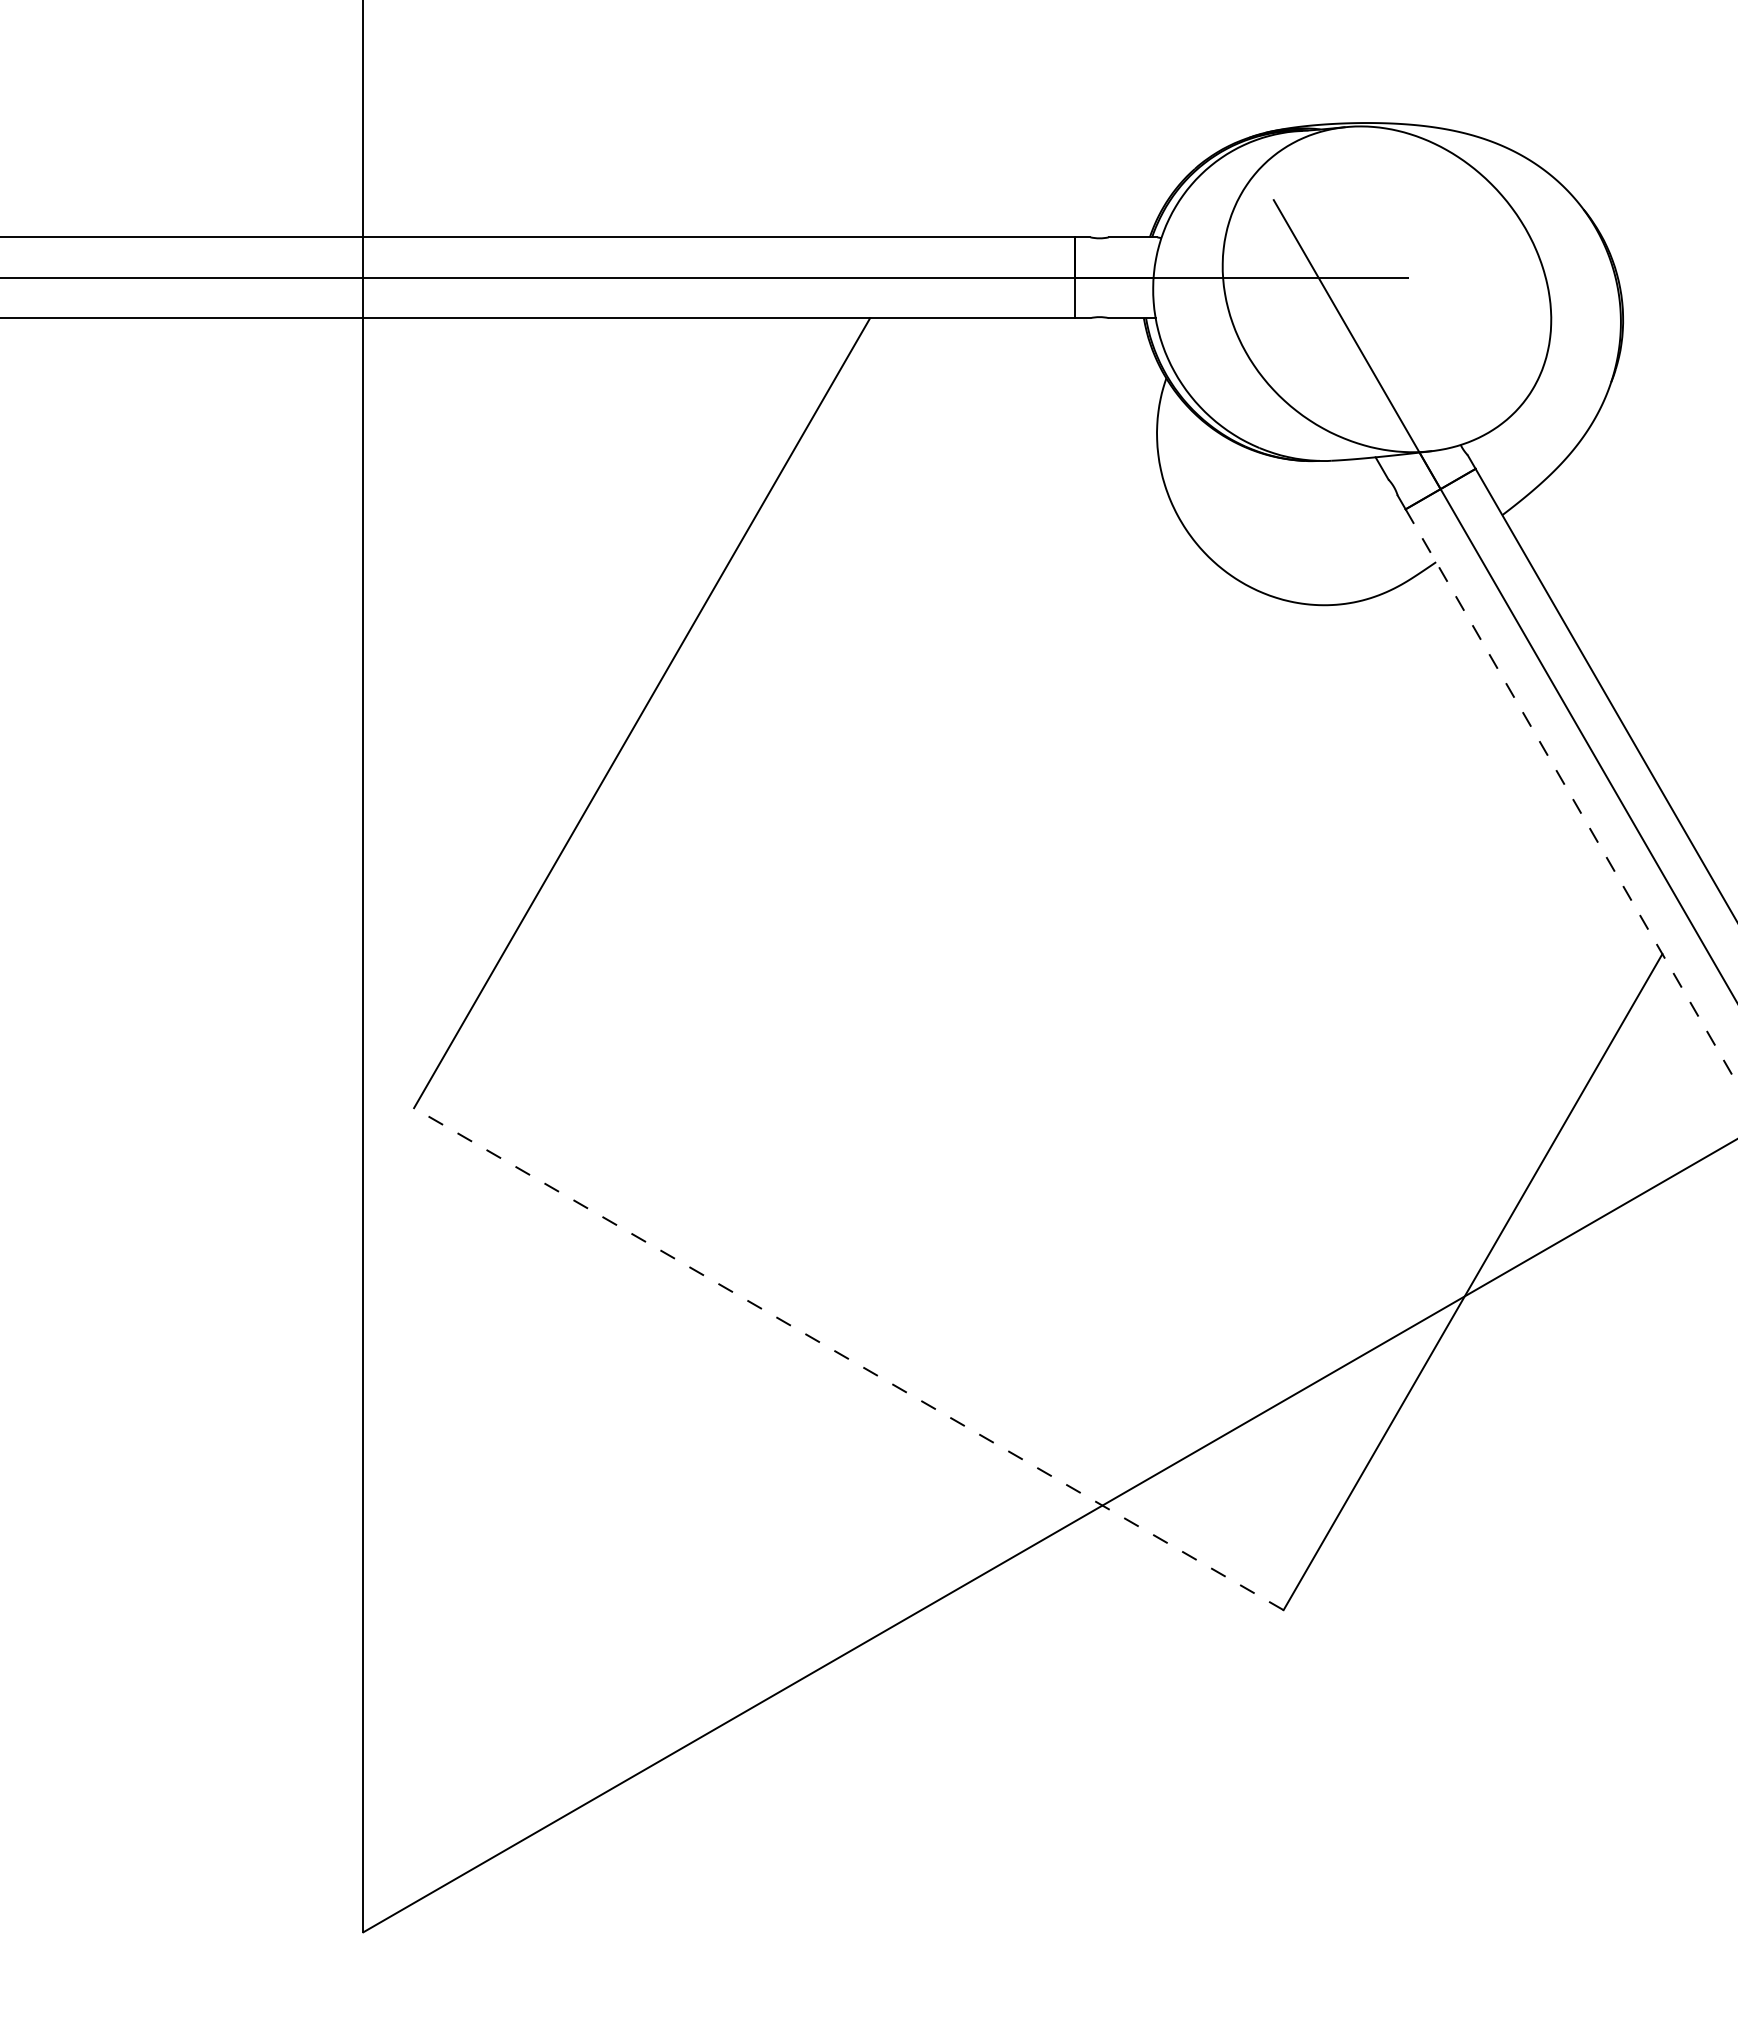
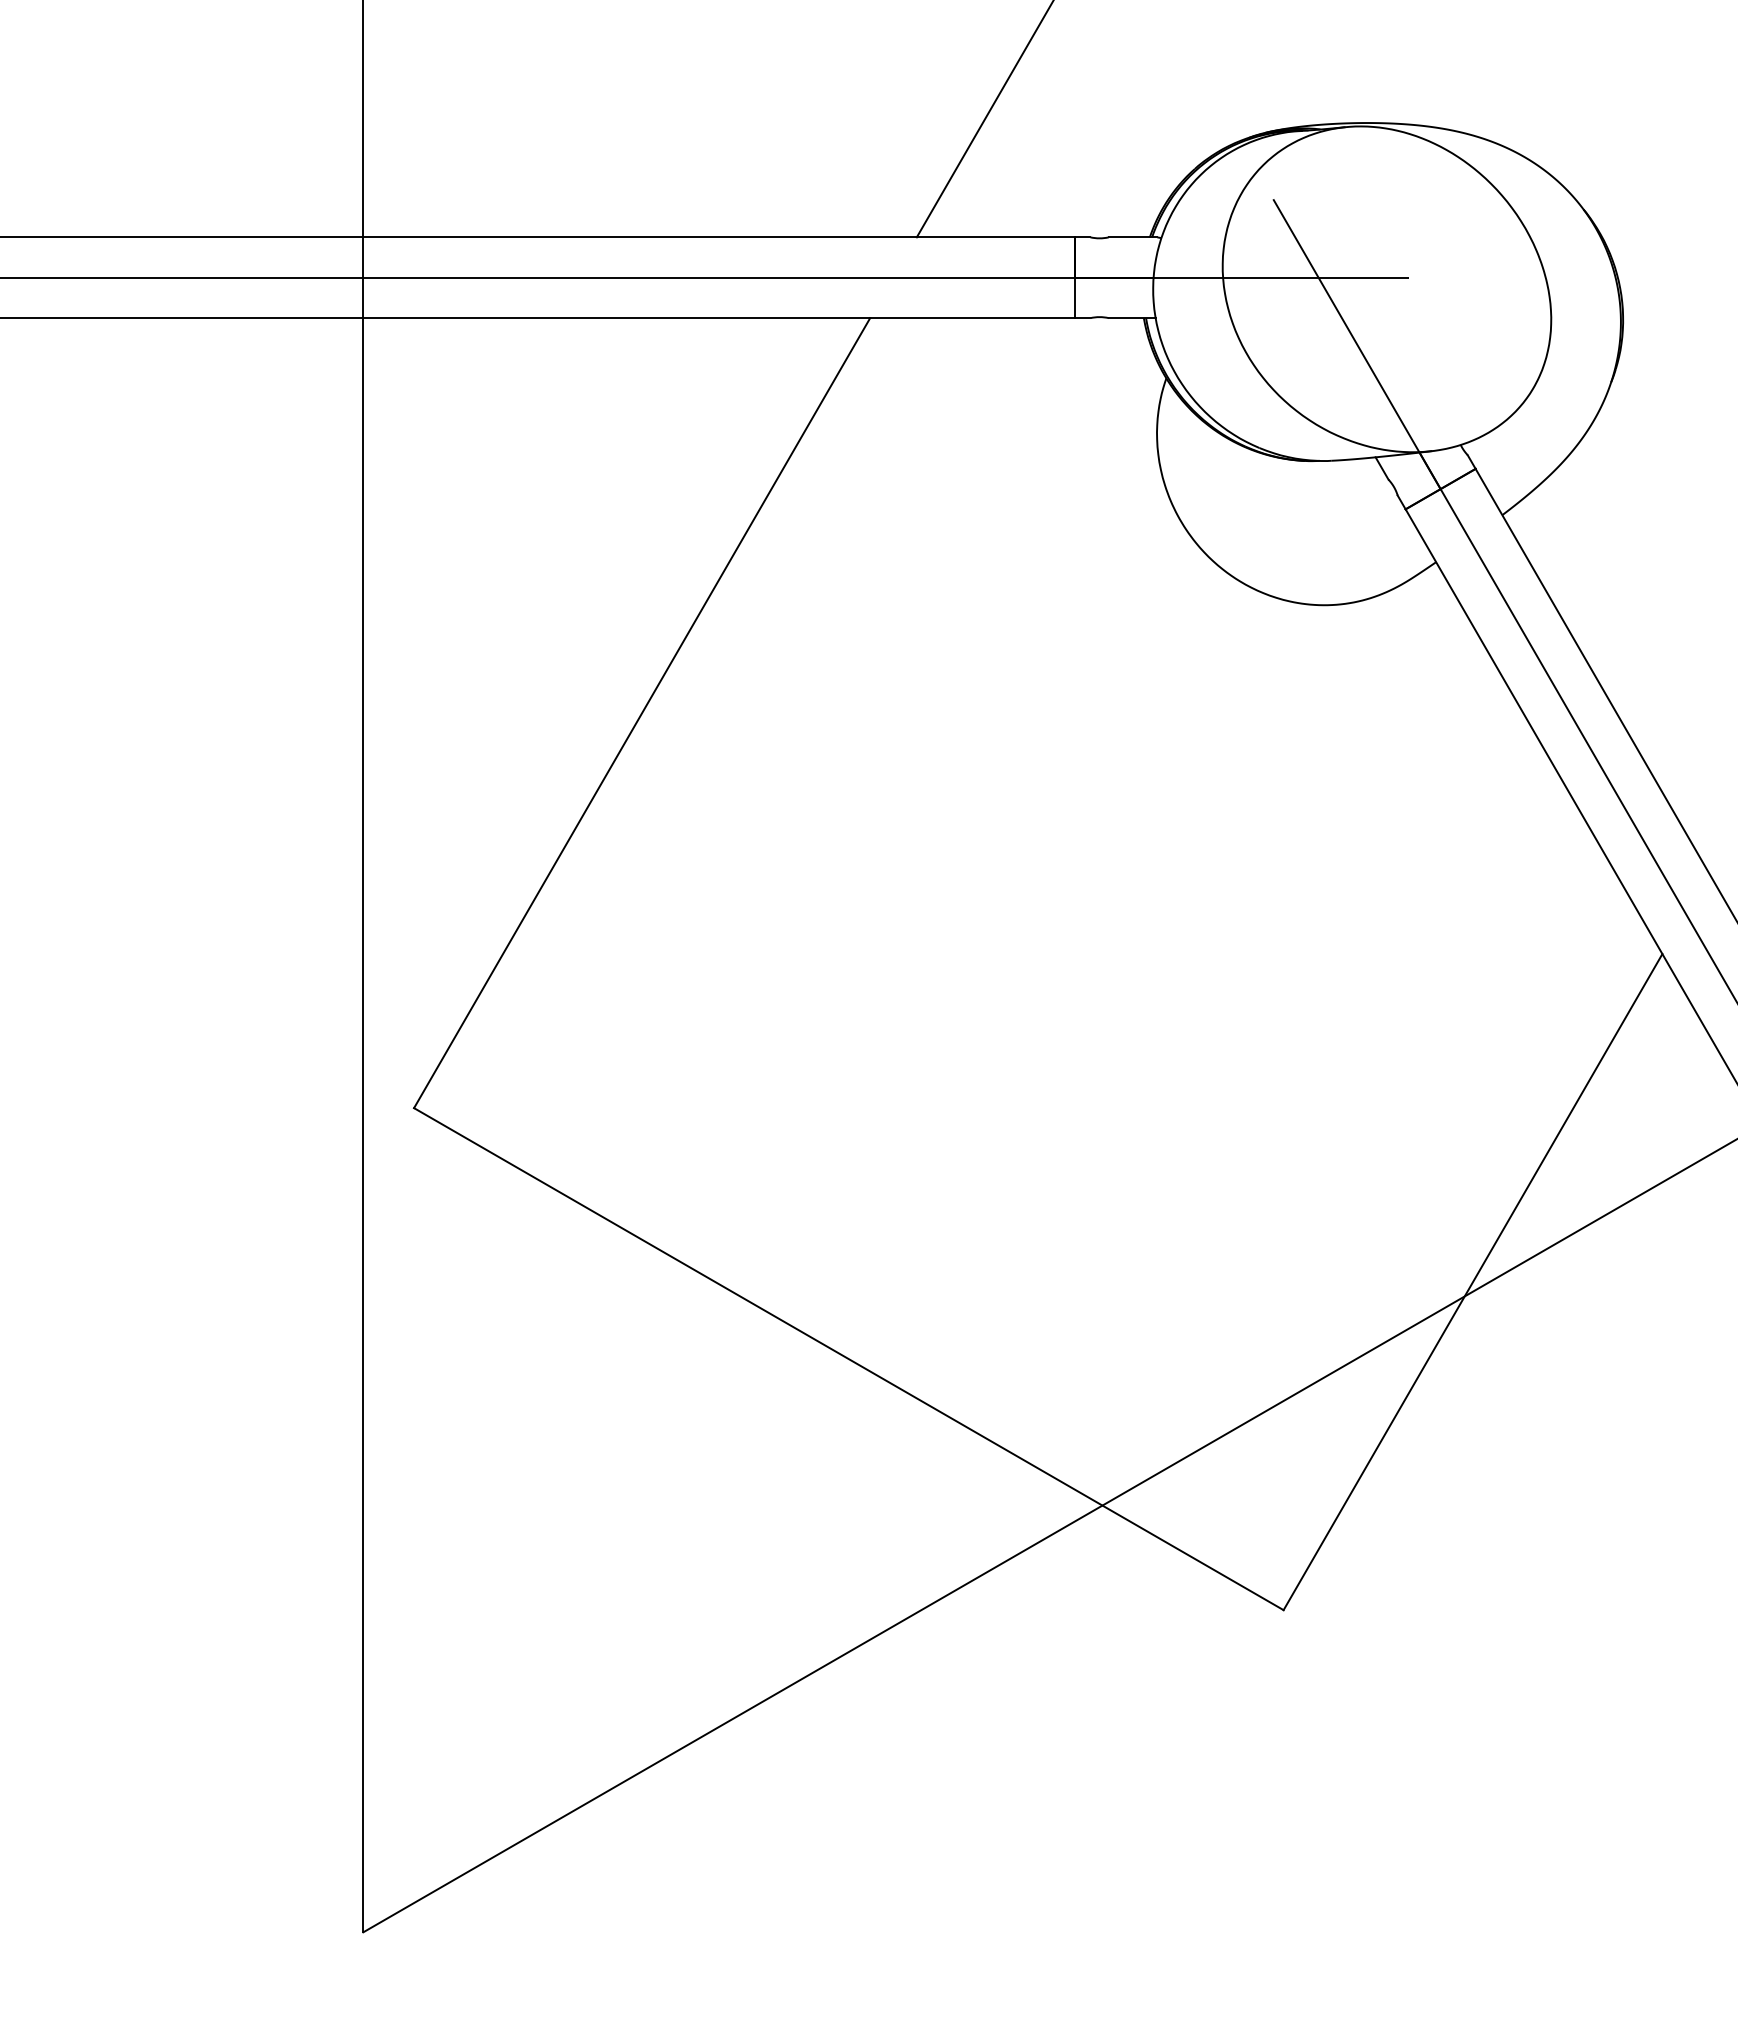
line at (984, 119): none -> present
line at (1571, 796): dashed -> solid
line at (848, 1358): dashed -> solid
